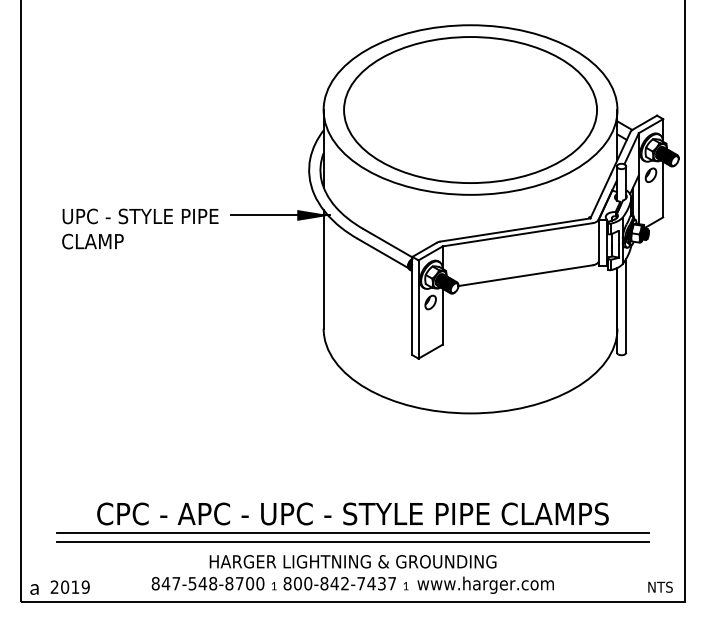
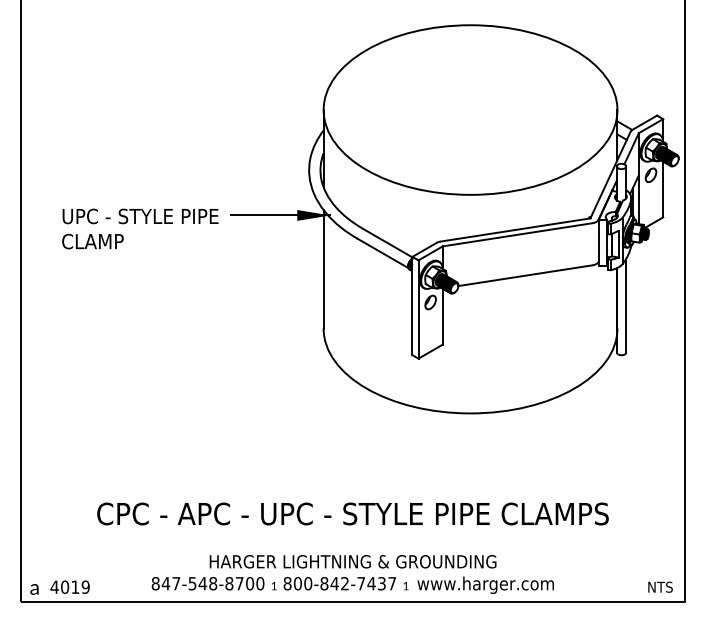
part at (470, 109): present -> none
line at (352, 532): present -> none
line at (352, 542): present -> none
text at (54, 586): 2019 -> 4019
